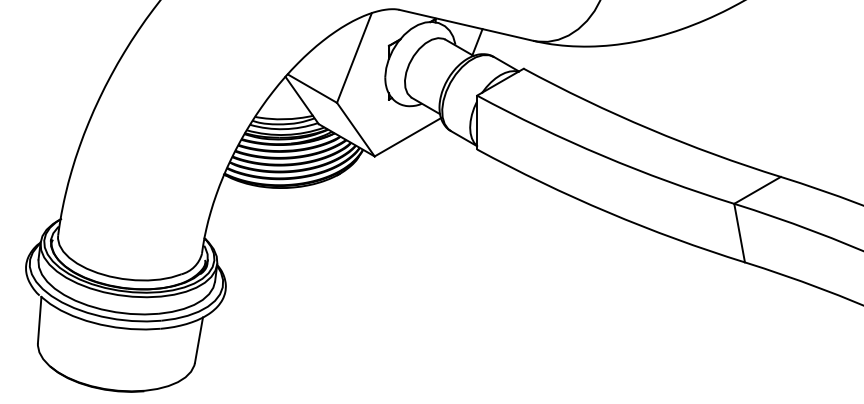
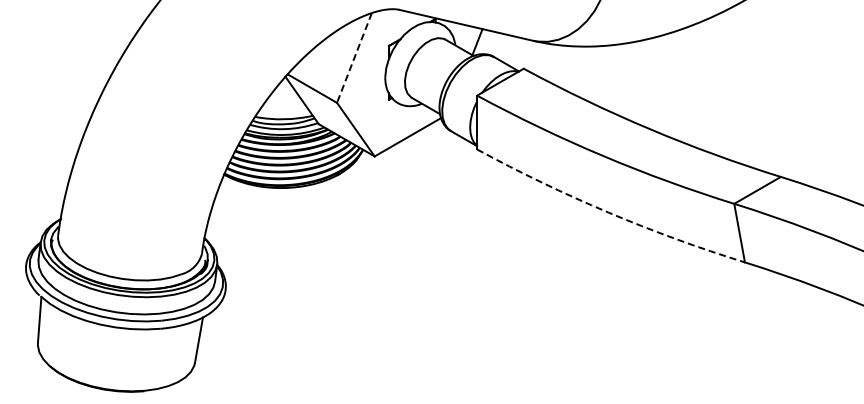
line at (354, 58): solid -> dashed
arc at (608, 212): solid -> dashed
